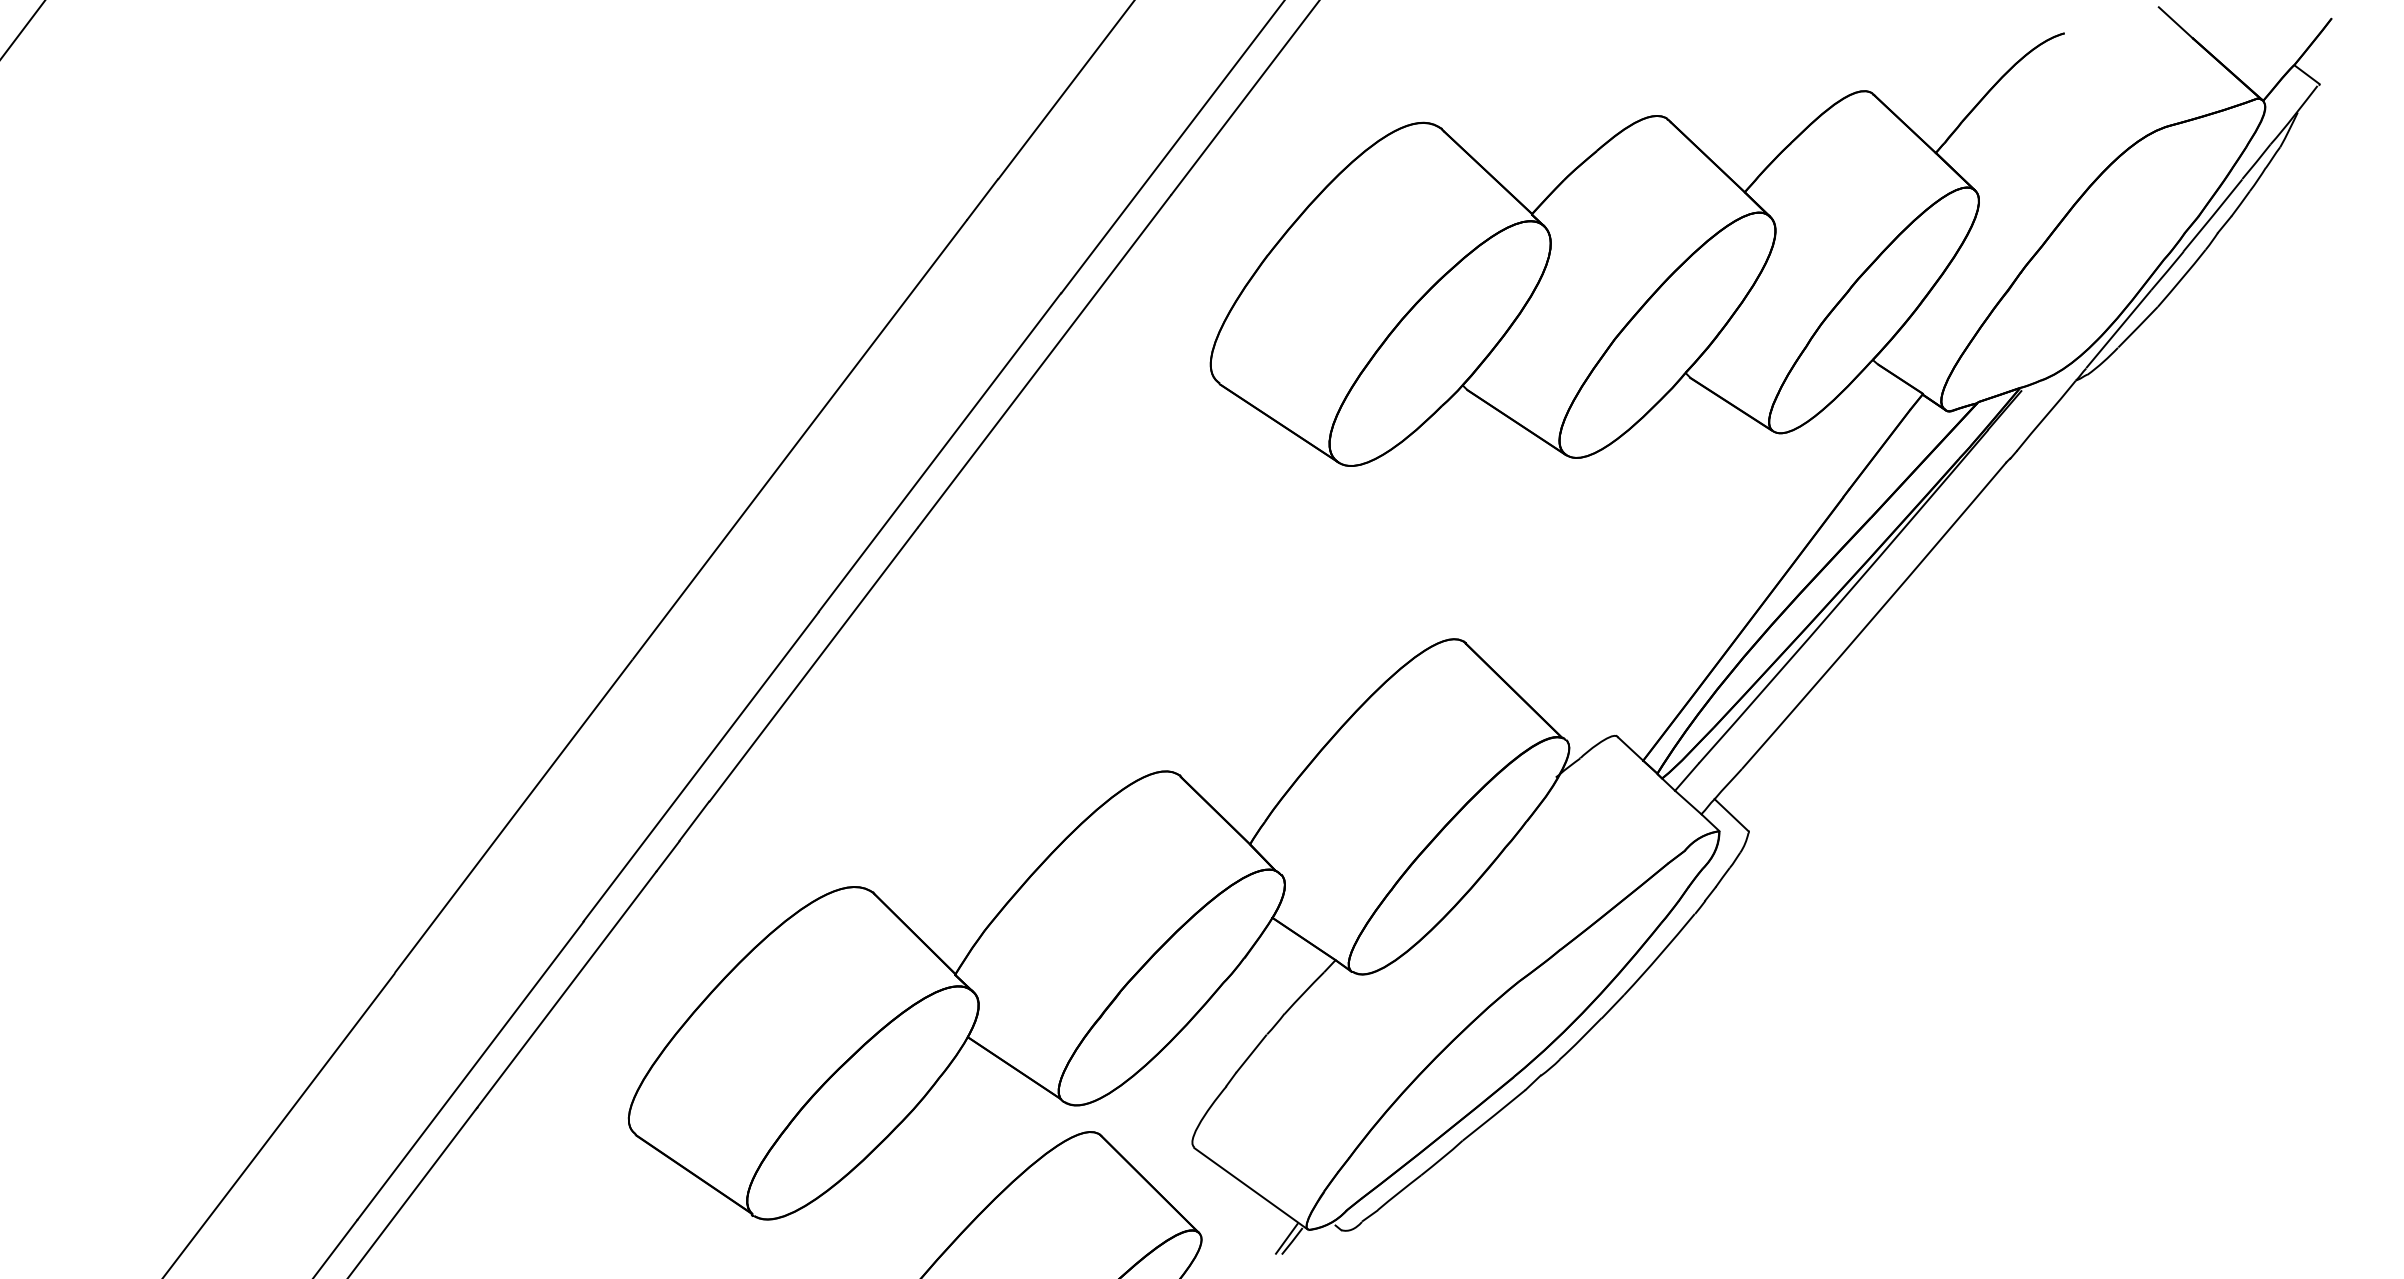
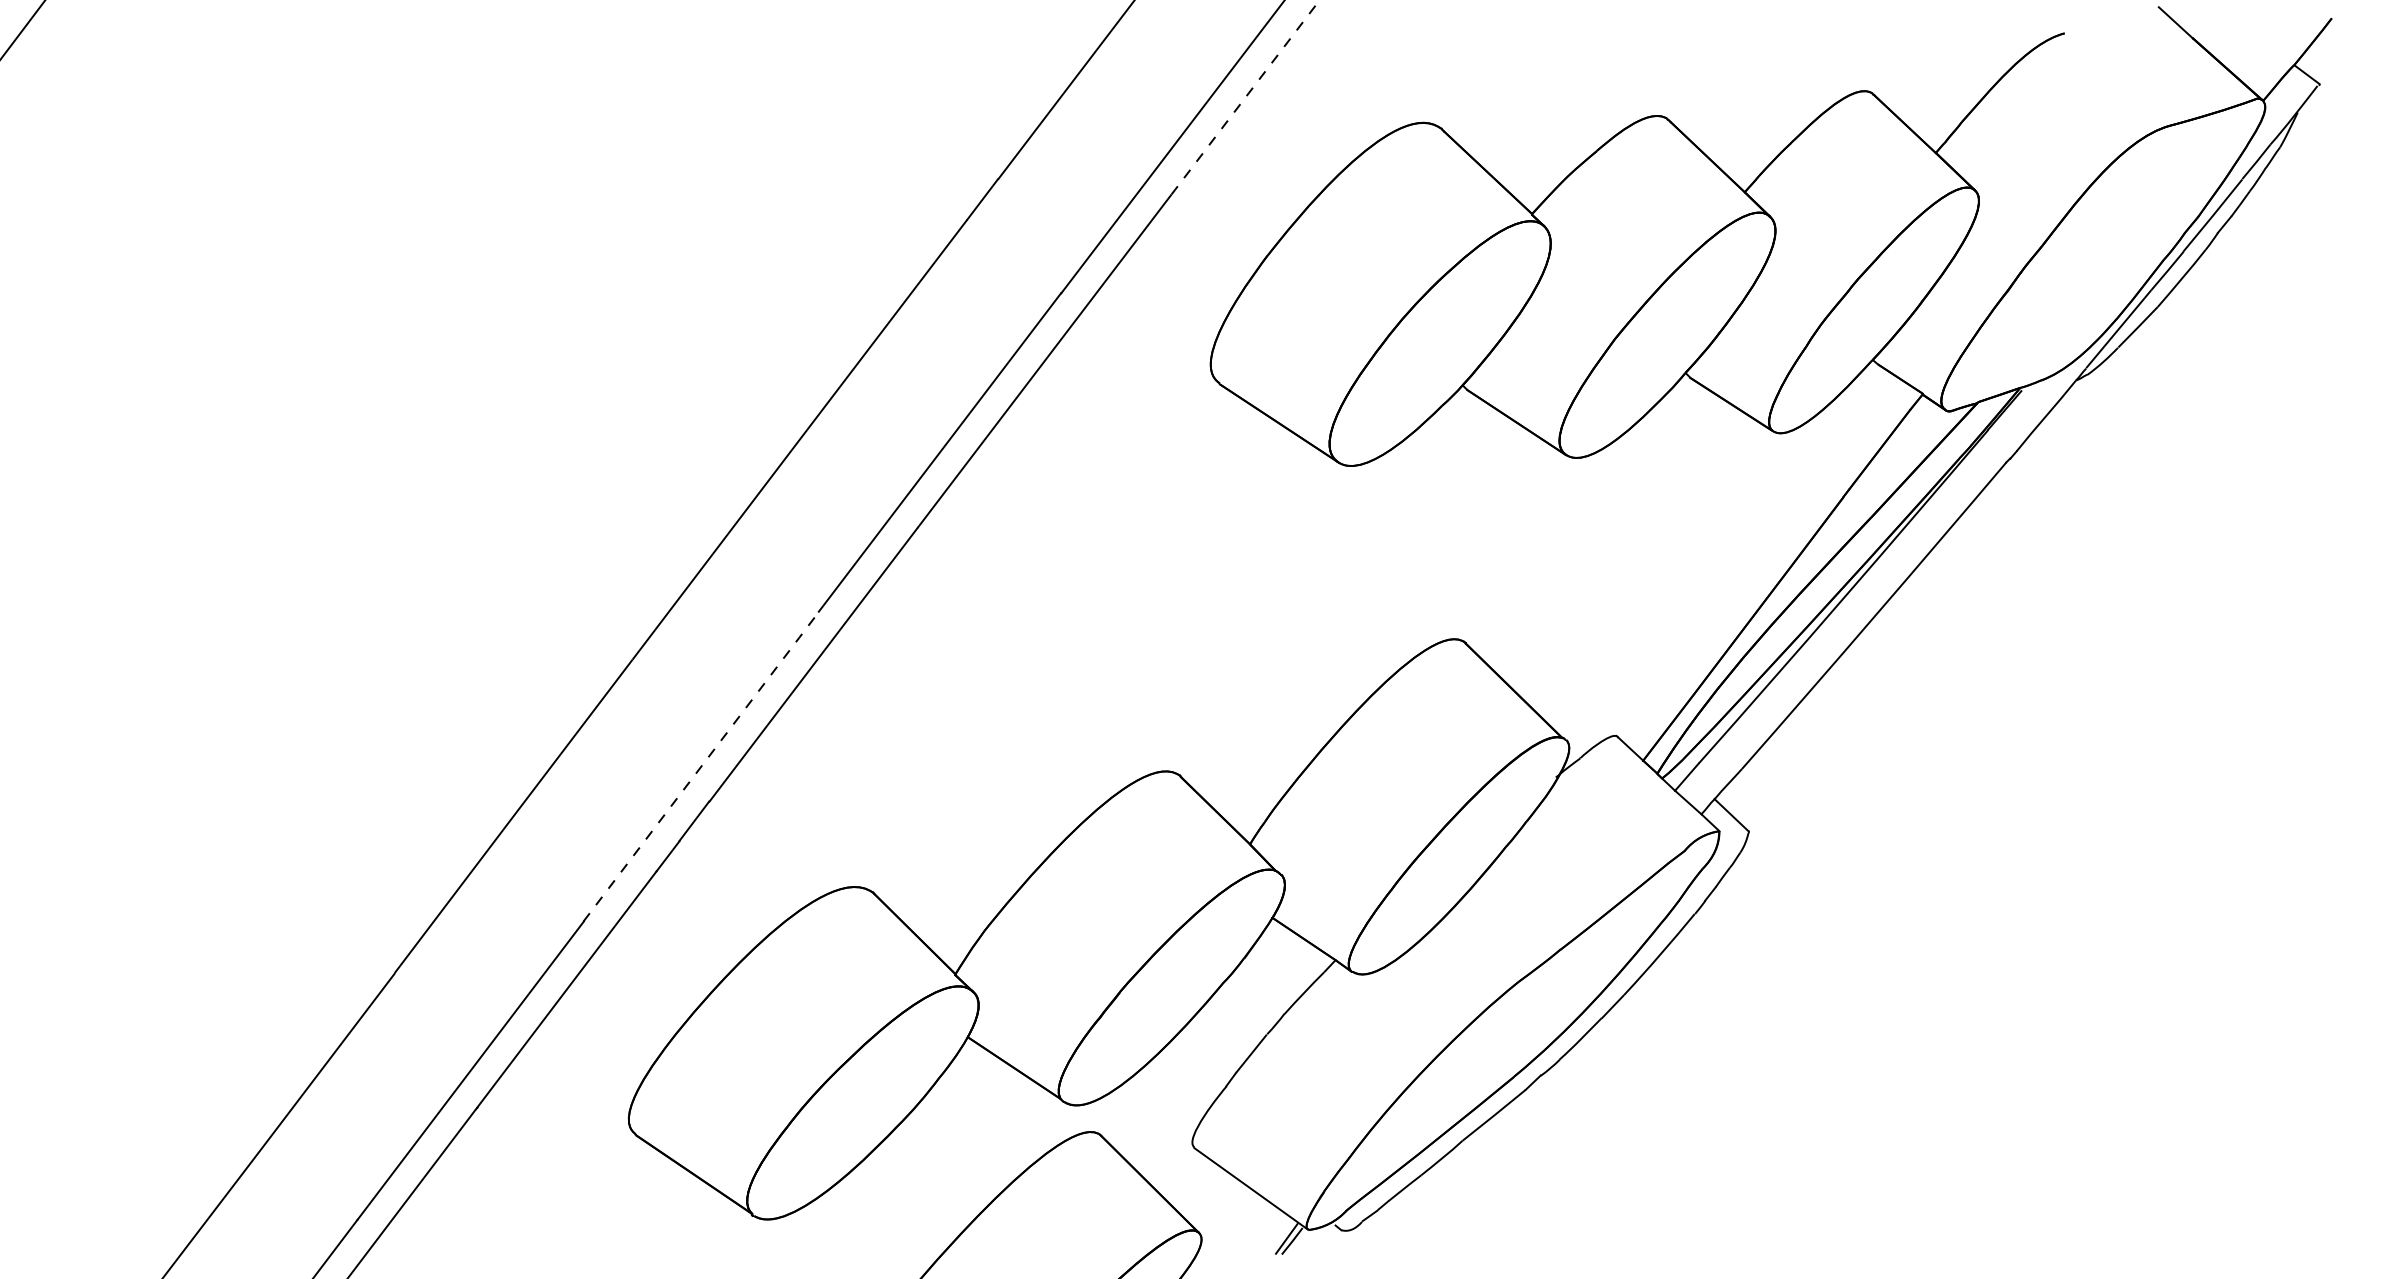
line at (1245, 97): solid -> dashed
line at (701, 766): solid -> dashed
